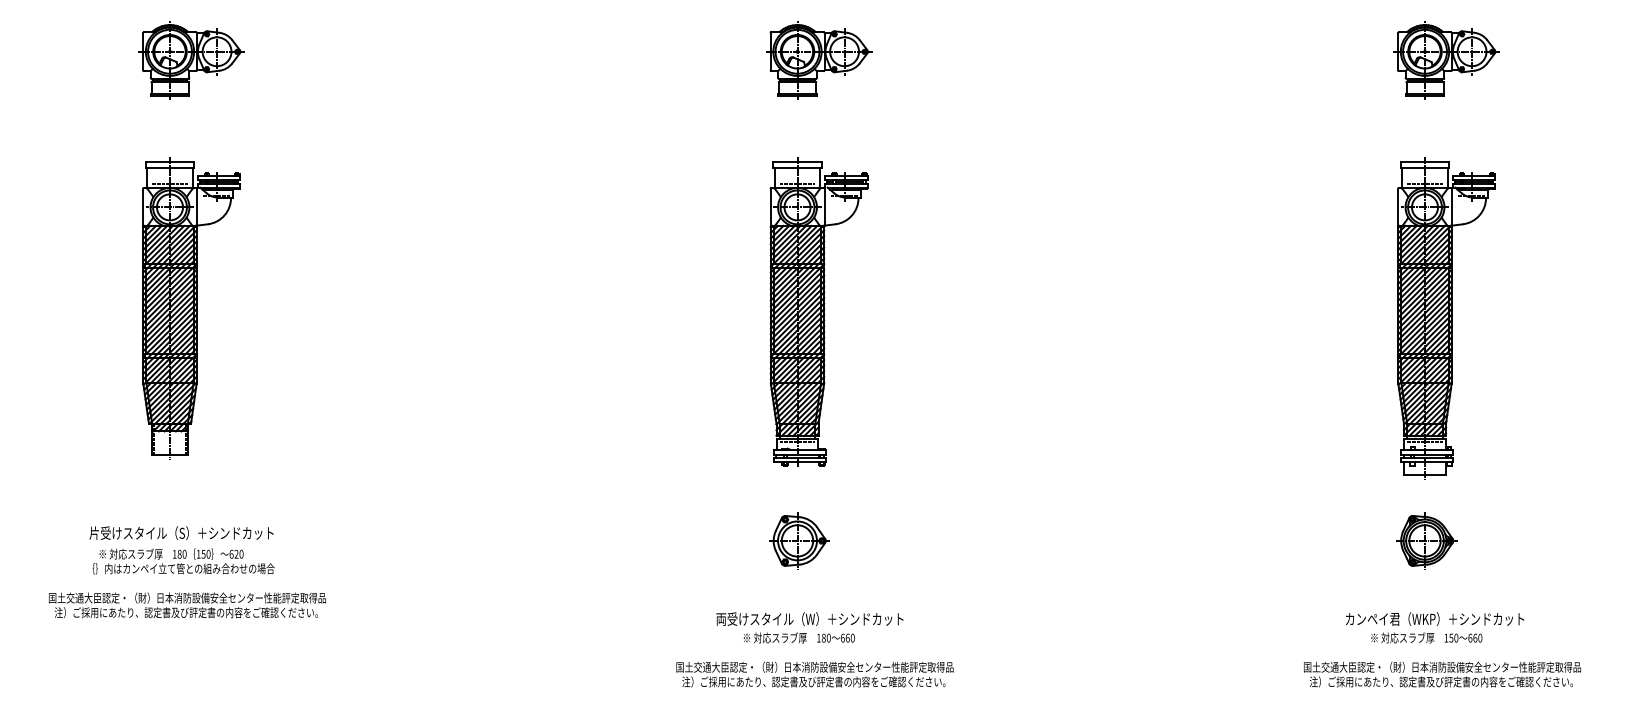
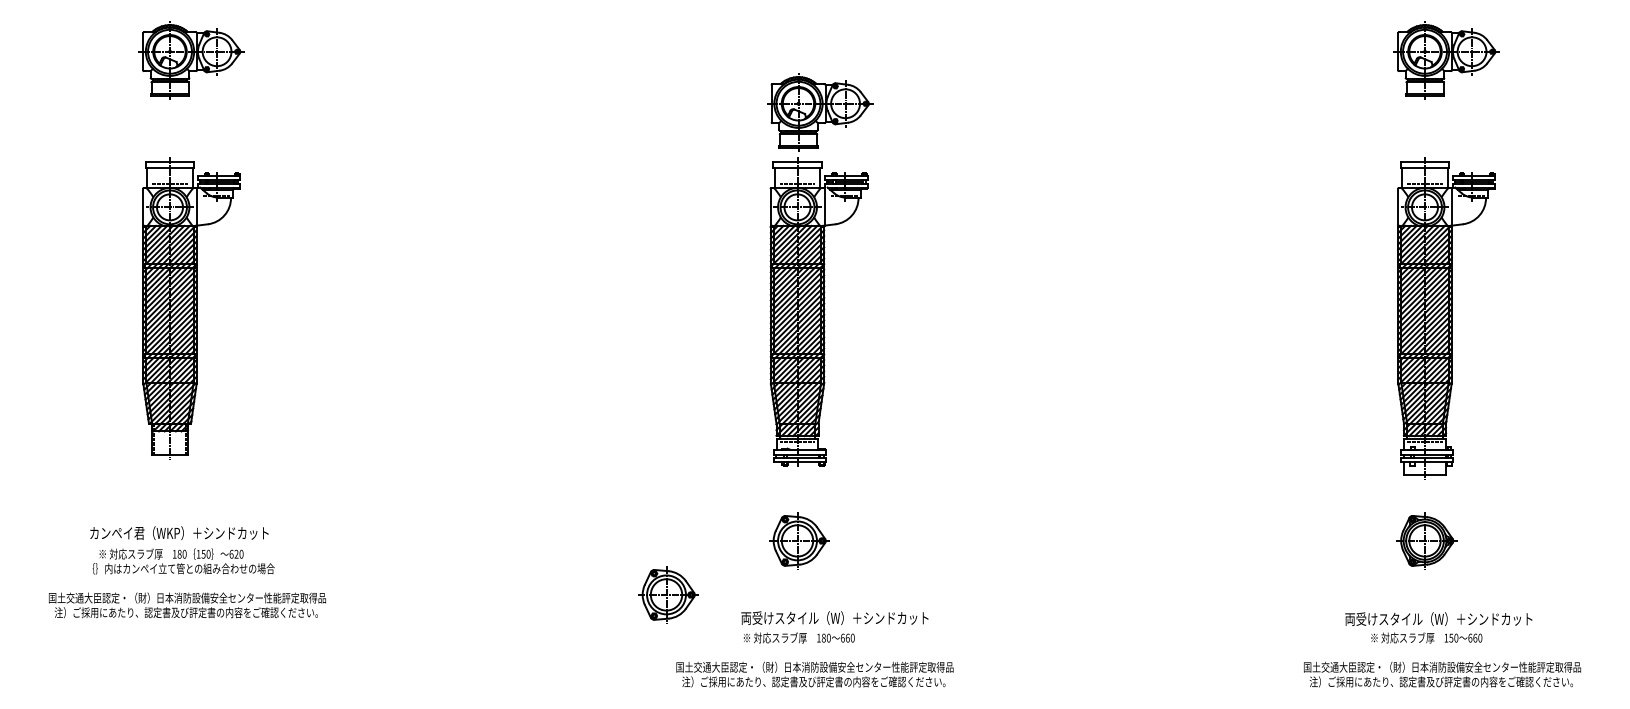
part at (819, 60) position: (819, 60) -> (820, 112)
text at (181, 533): 片受けスタイル（S）＋シンドカット -> カンペイ君（WKP）＋シンドカット
part at (668, 594): none -> present
text at (809, 618) position: (809, 618) -> (834, 617)
text at (1438, 618): カンペイ君（WKP）＋シンドカット -> 両受けスタイル（W）＋シンドカット
